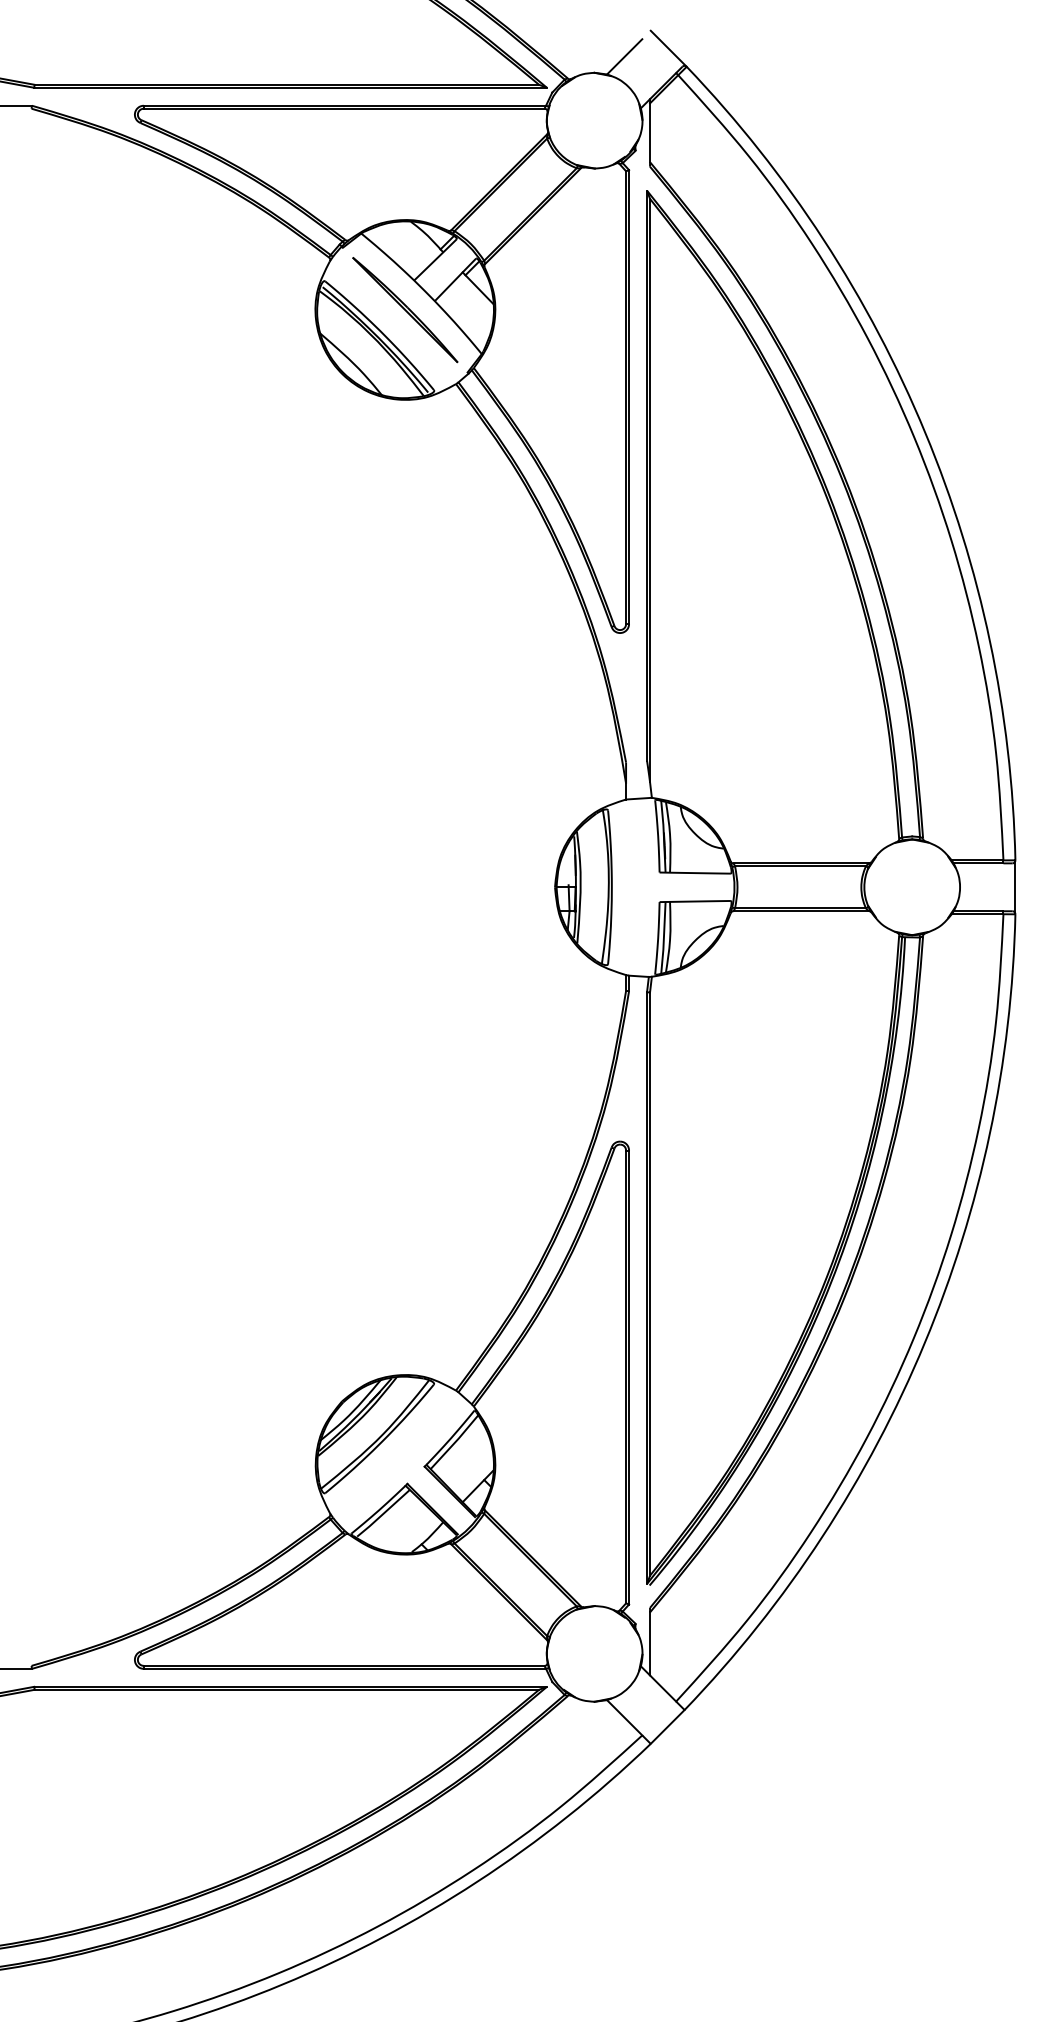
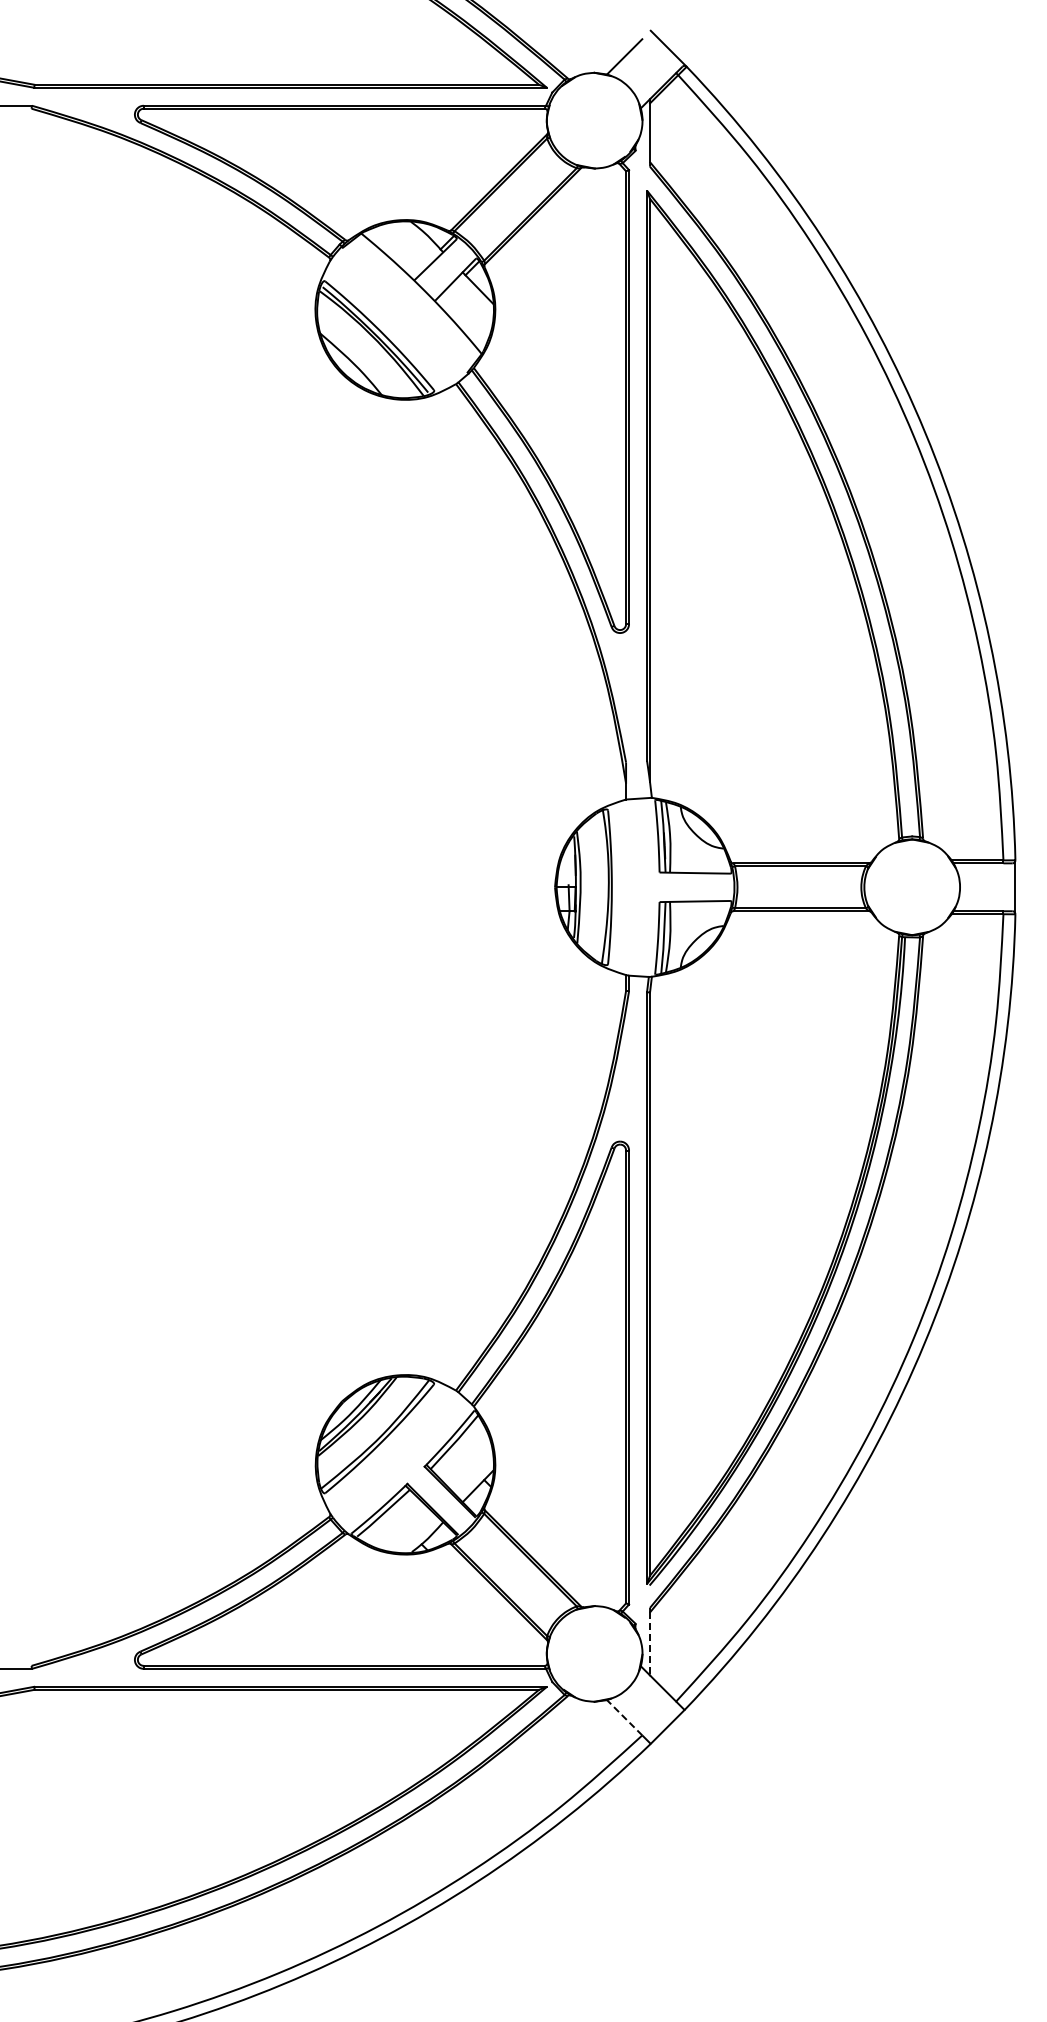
part at (405, 310): present -> none
line at (650, 1644): solid -> dashed
line at (624, 1717): solid -> dashed
